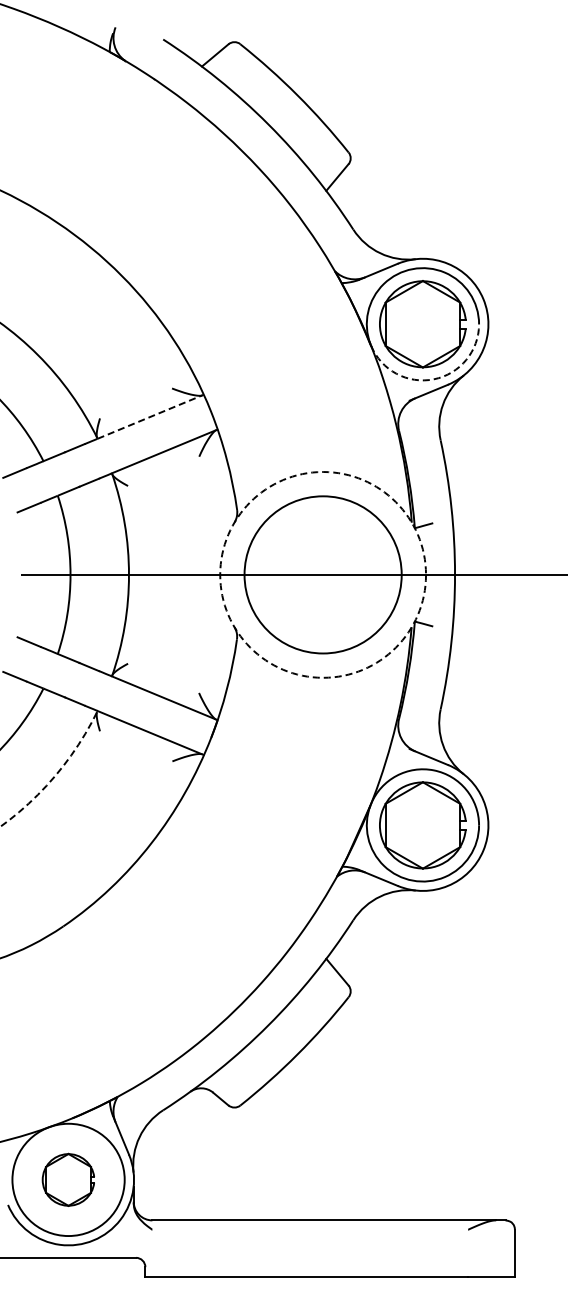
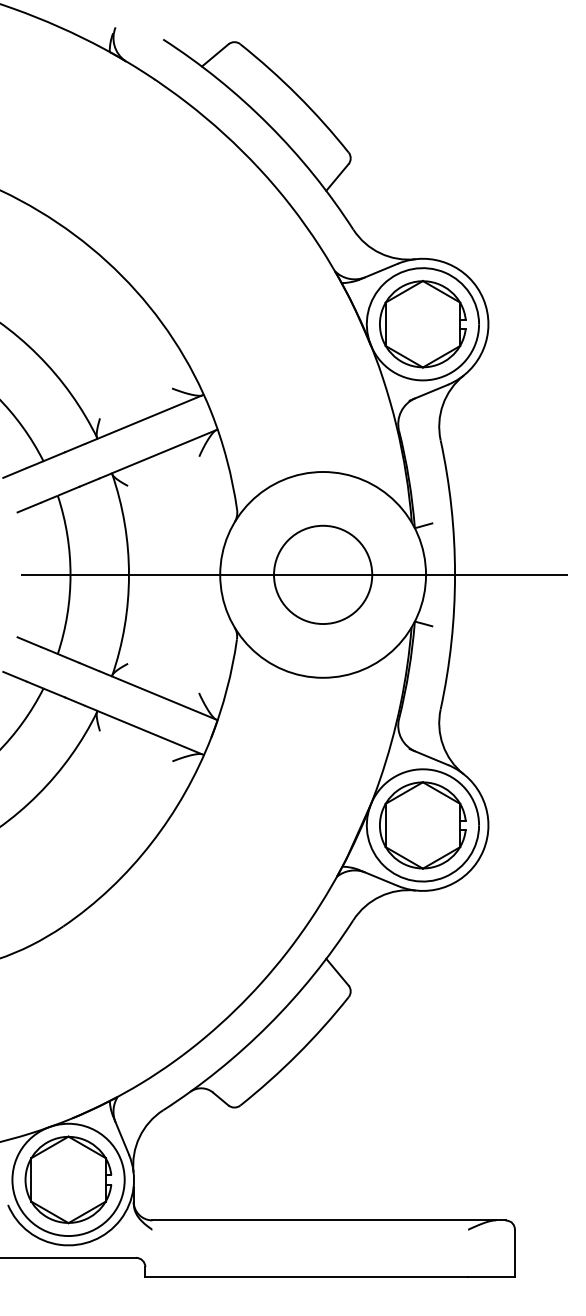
arc at (433, 379): dashed -> solid
line at (151, 416): dashed -> solid
circle at (322, 574) diameter: 157 px -> 98 px
circle at (323, 574): dashed -> solid
arc at (55, 775): dashed -> solid
part at (67, 1179) size: 54x55 px -> 89x90 px
